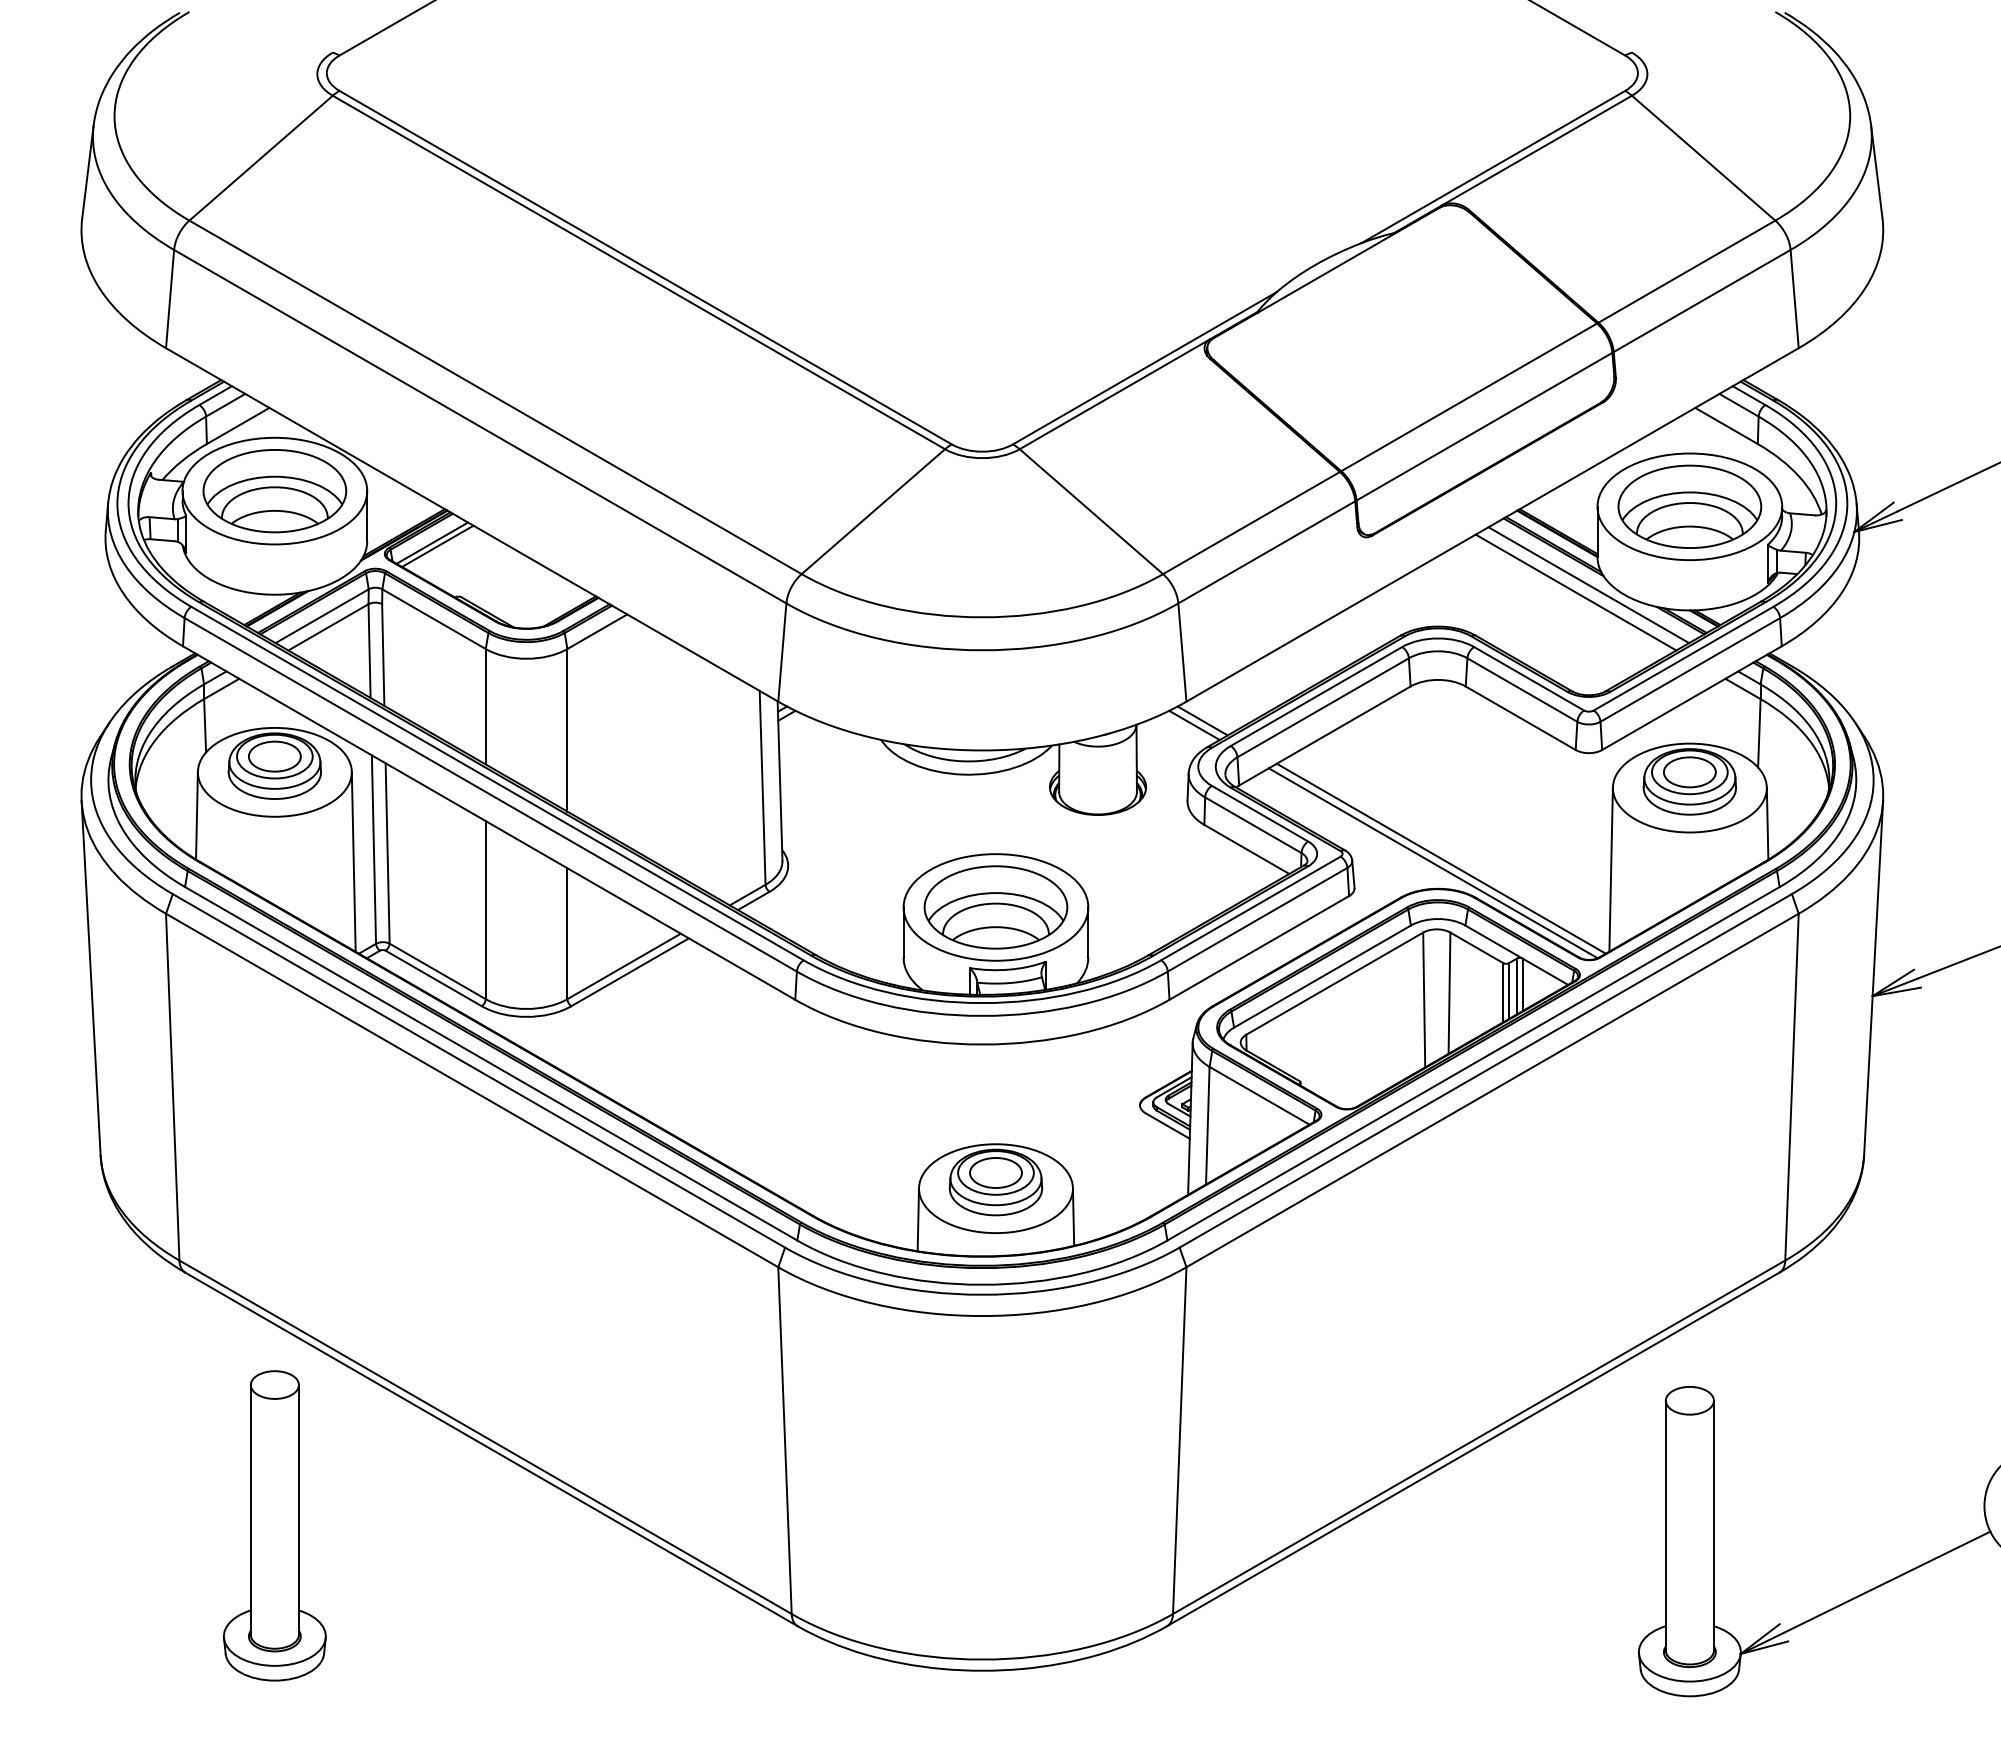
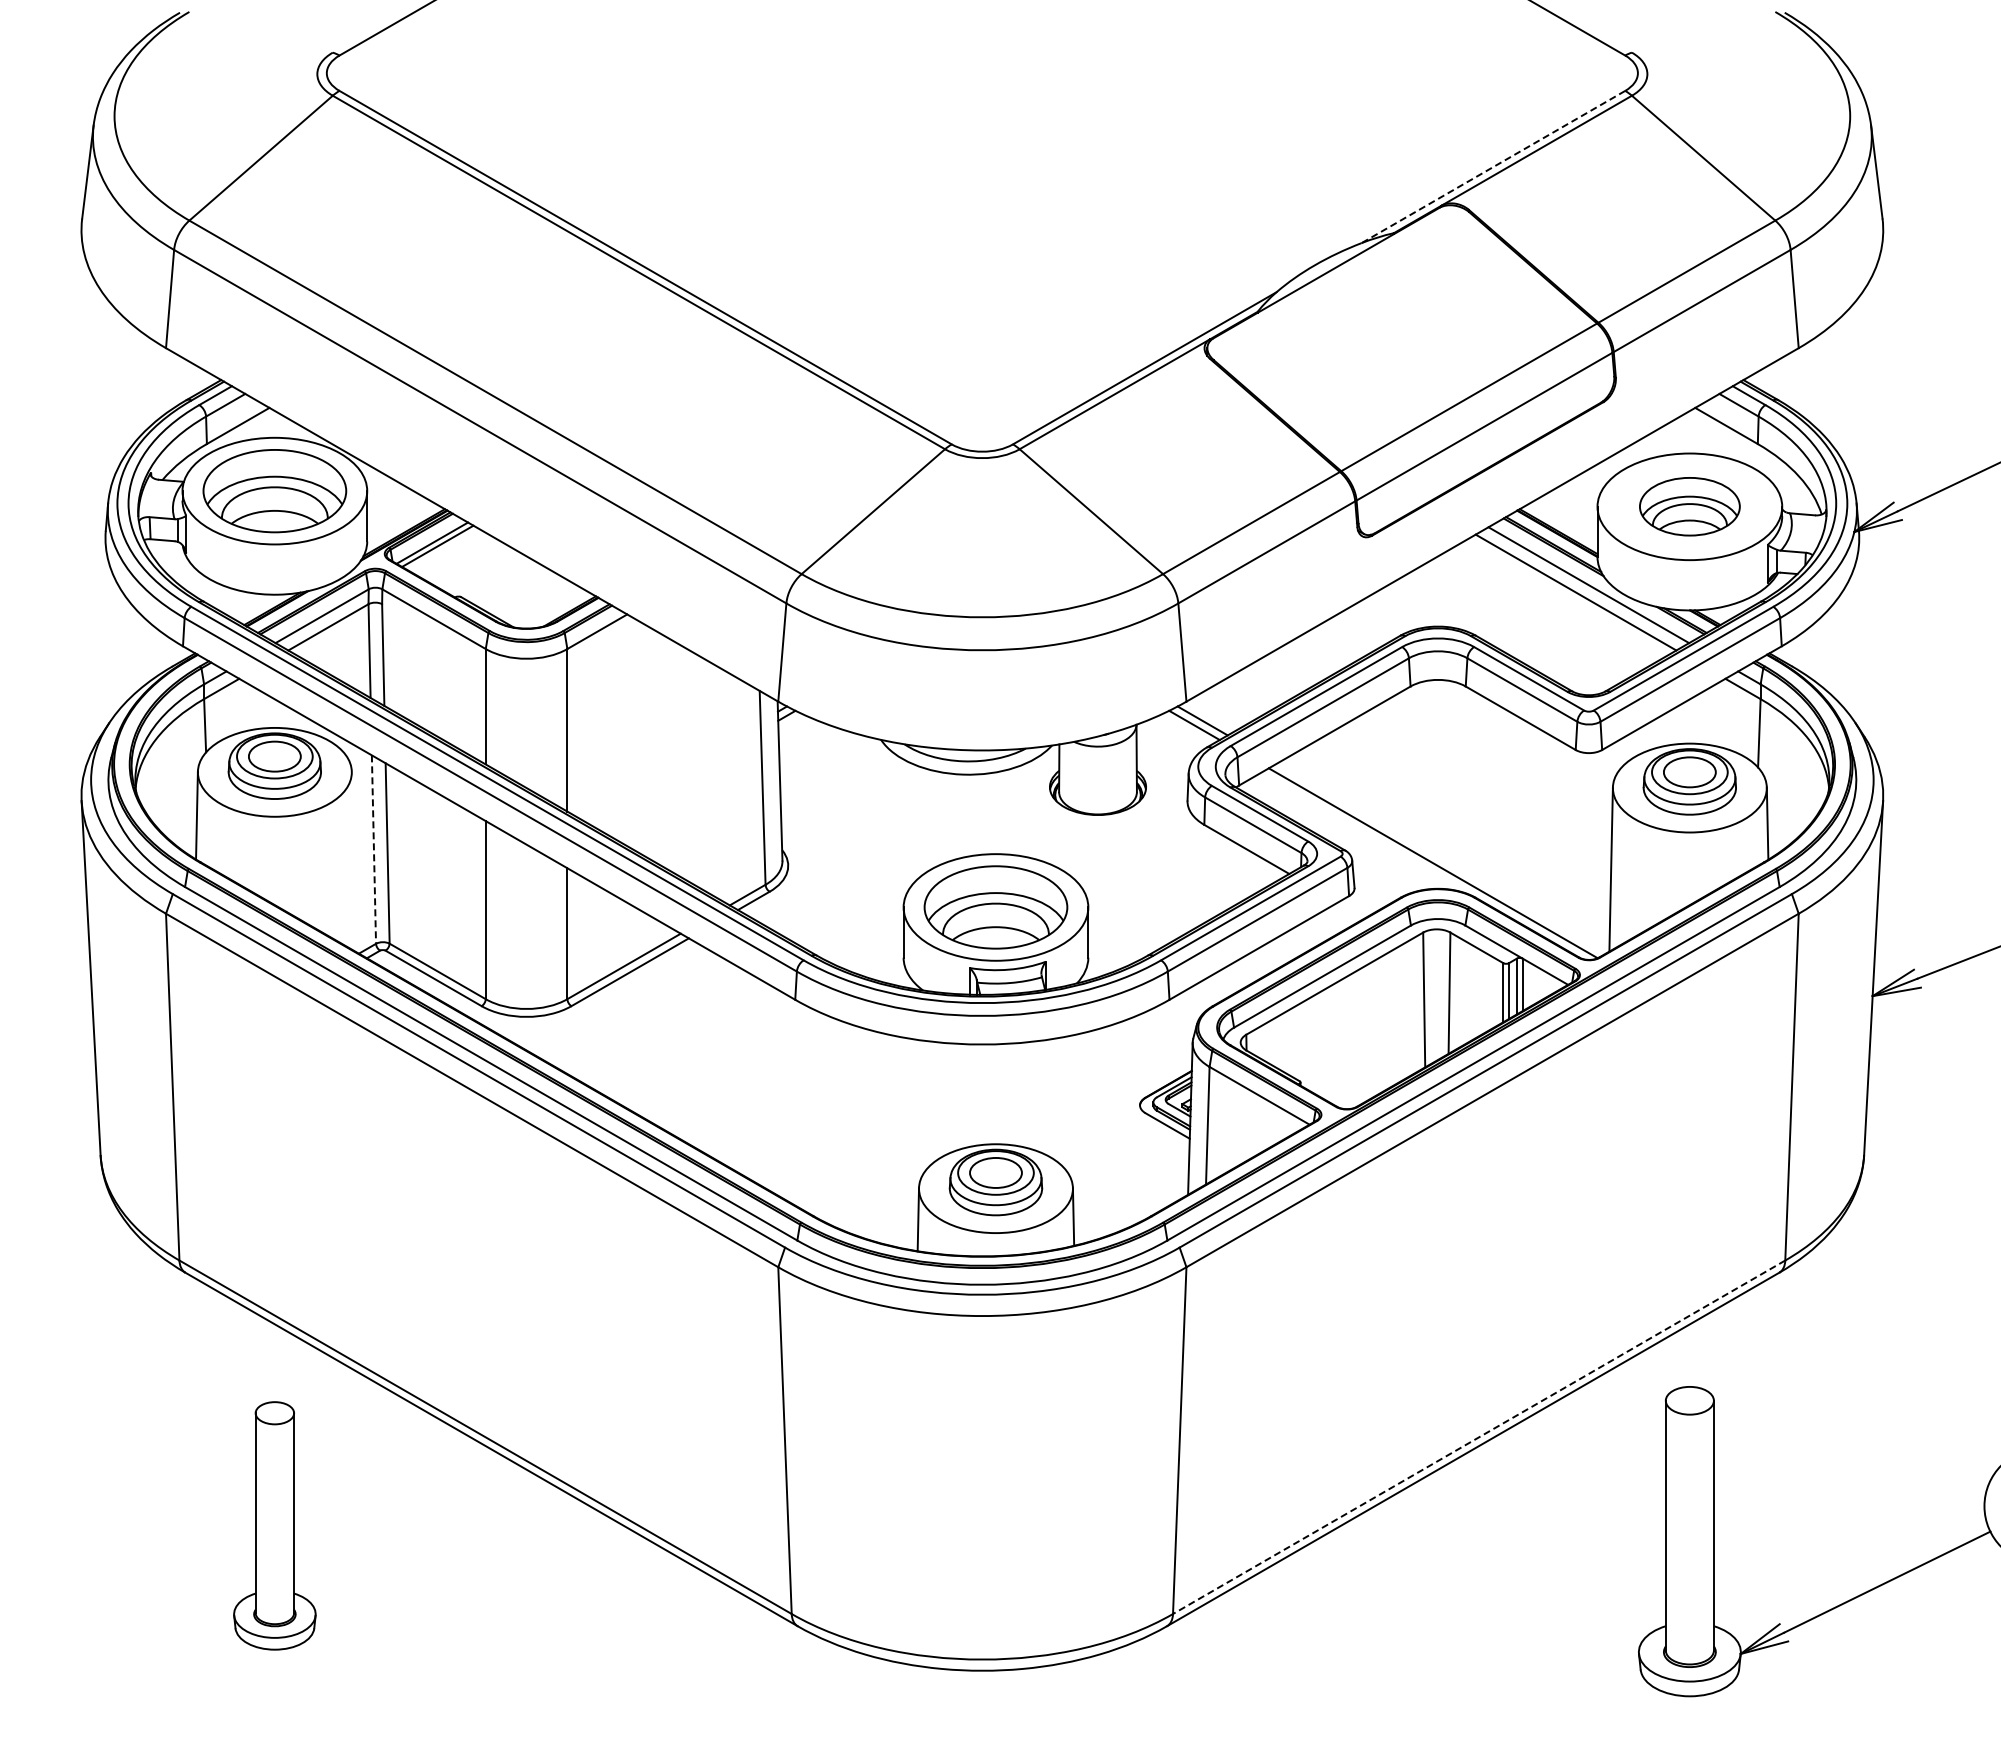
line at (1492, 167): solid -> dashed
part at (1689, 506) size: 146x85 px -> 102x60 px
line at (373, 850): solid -> dashed
line at (1440, 858): present -> none
line at (353, 861): present -> none
line at (1478, 1437): solid -> dashed
part at (274, 1525) size: 104x312 px -> 84x250 px
